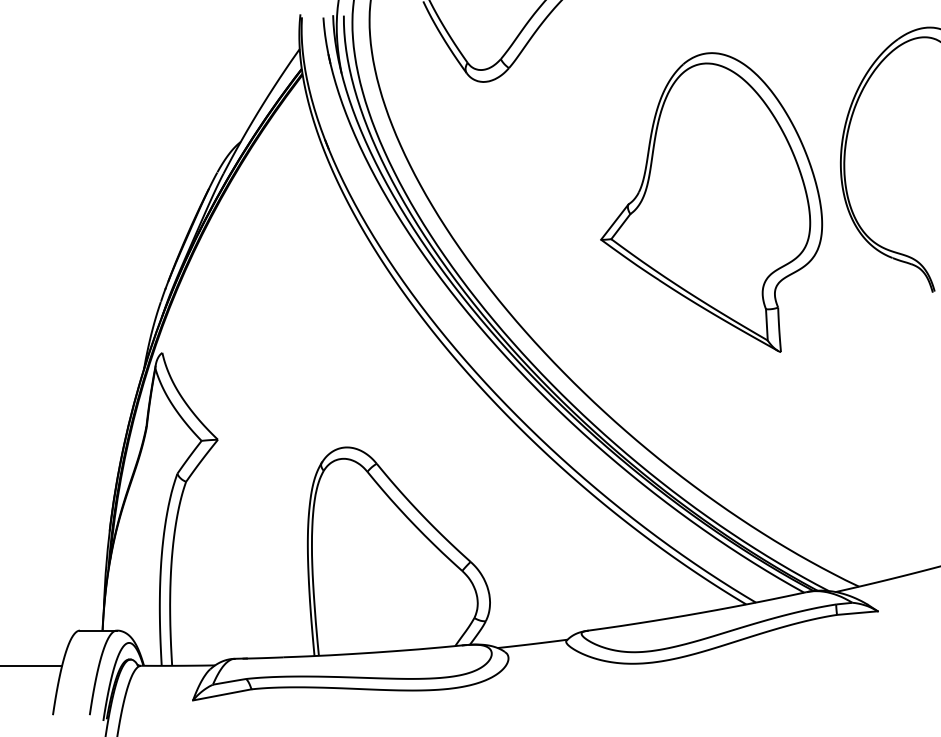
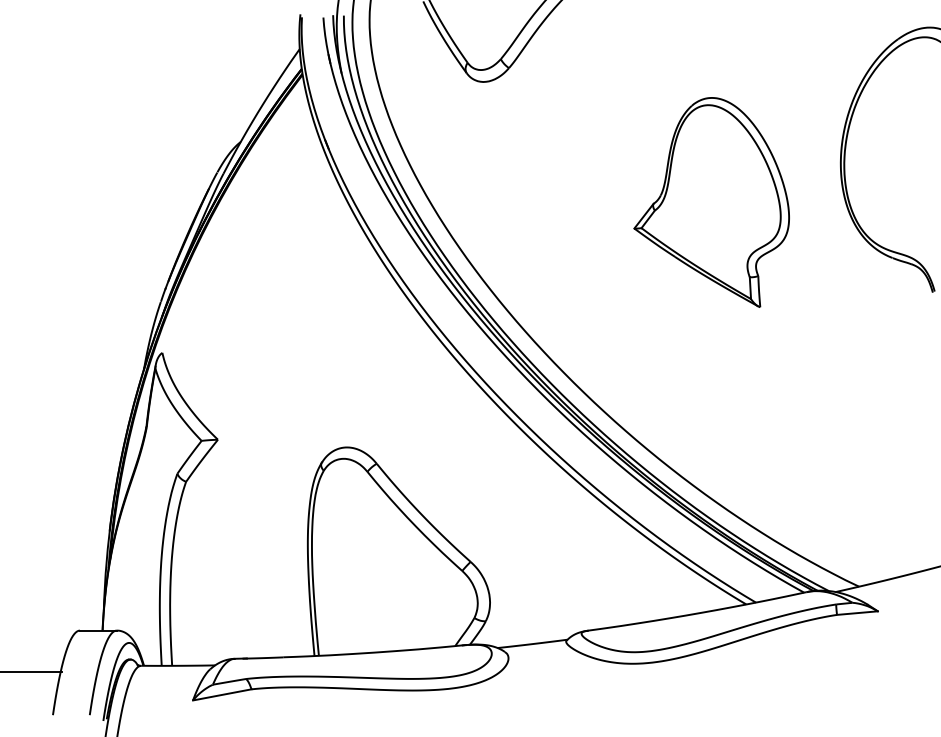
part at (711, 202) size: 224x301 px -> 157x211 px
line at (32, 665) position: (32, 665) -> (32, 671)
